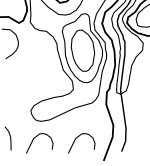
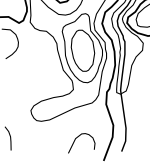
curve at (36, 137): present -> none
